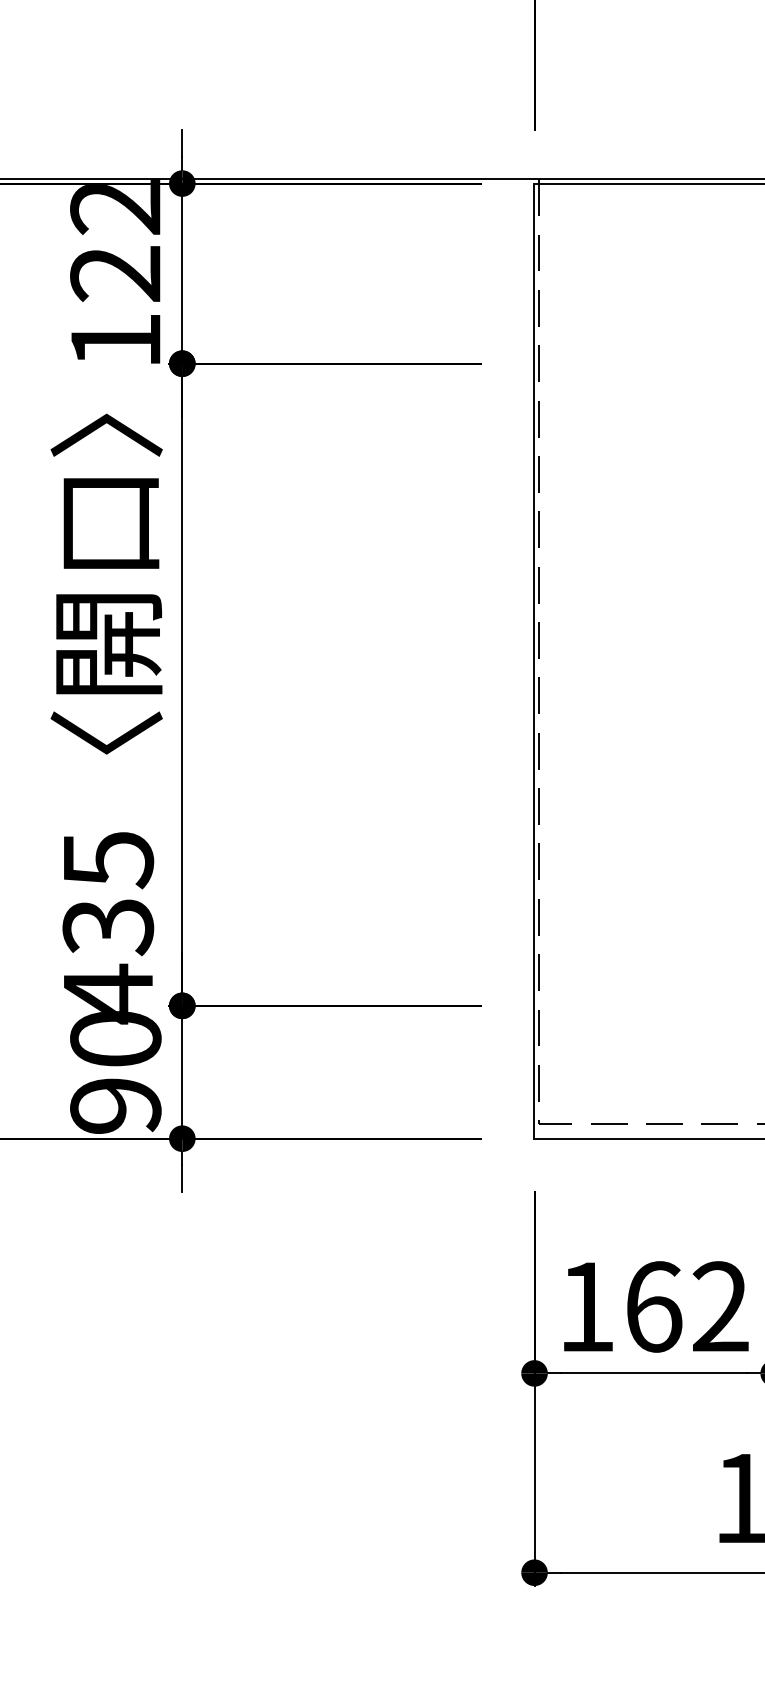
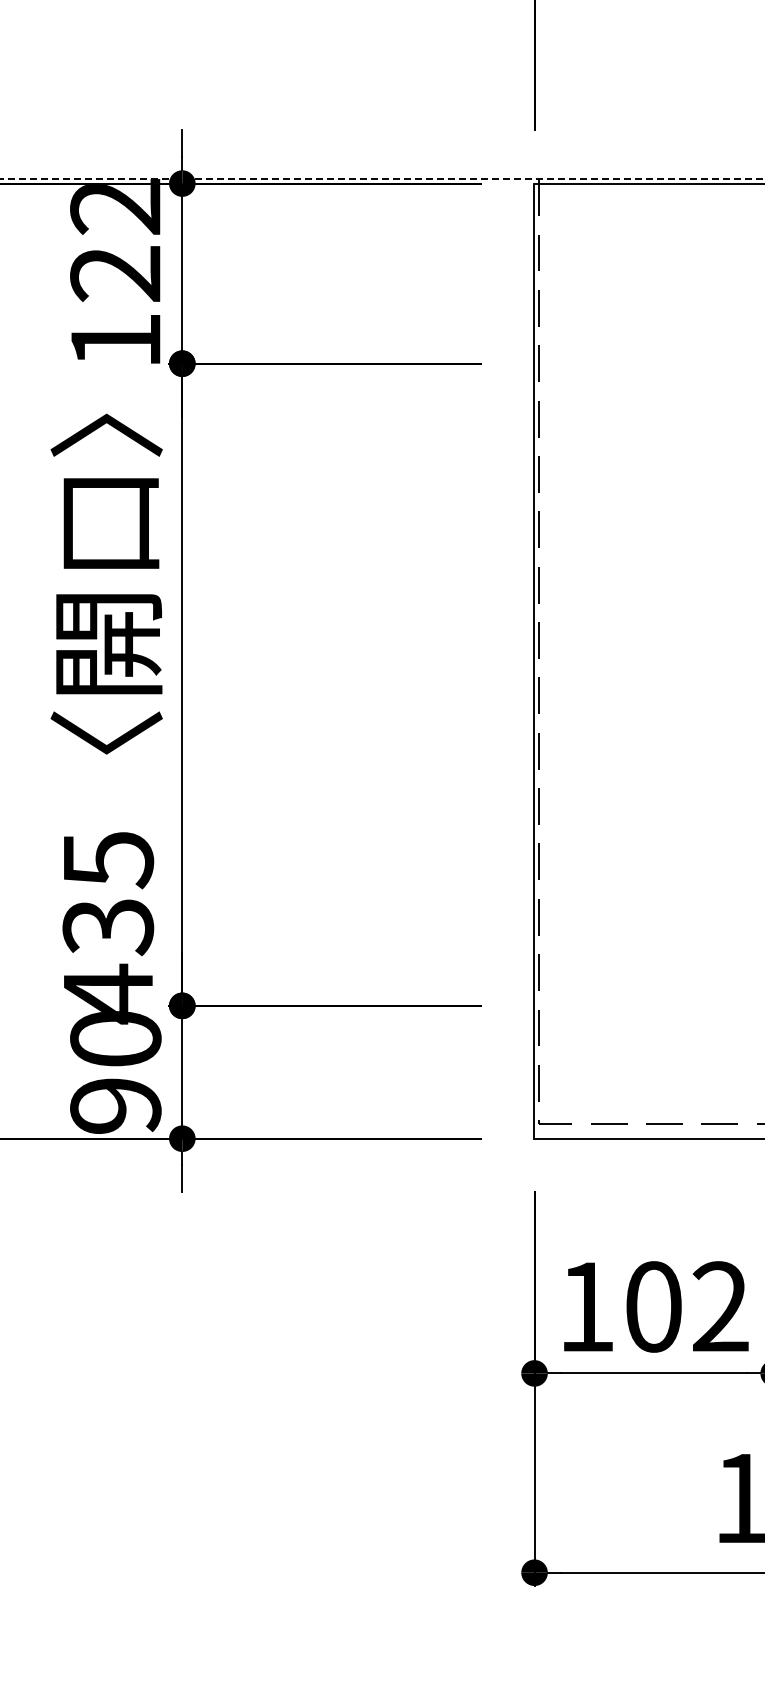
line at (382, 179): solid -> dashed
text at (654, 1306): 162 -> 102
